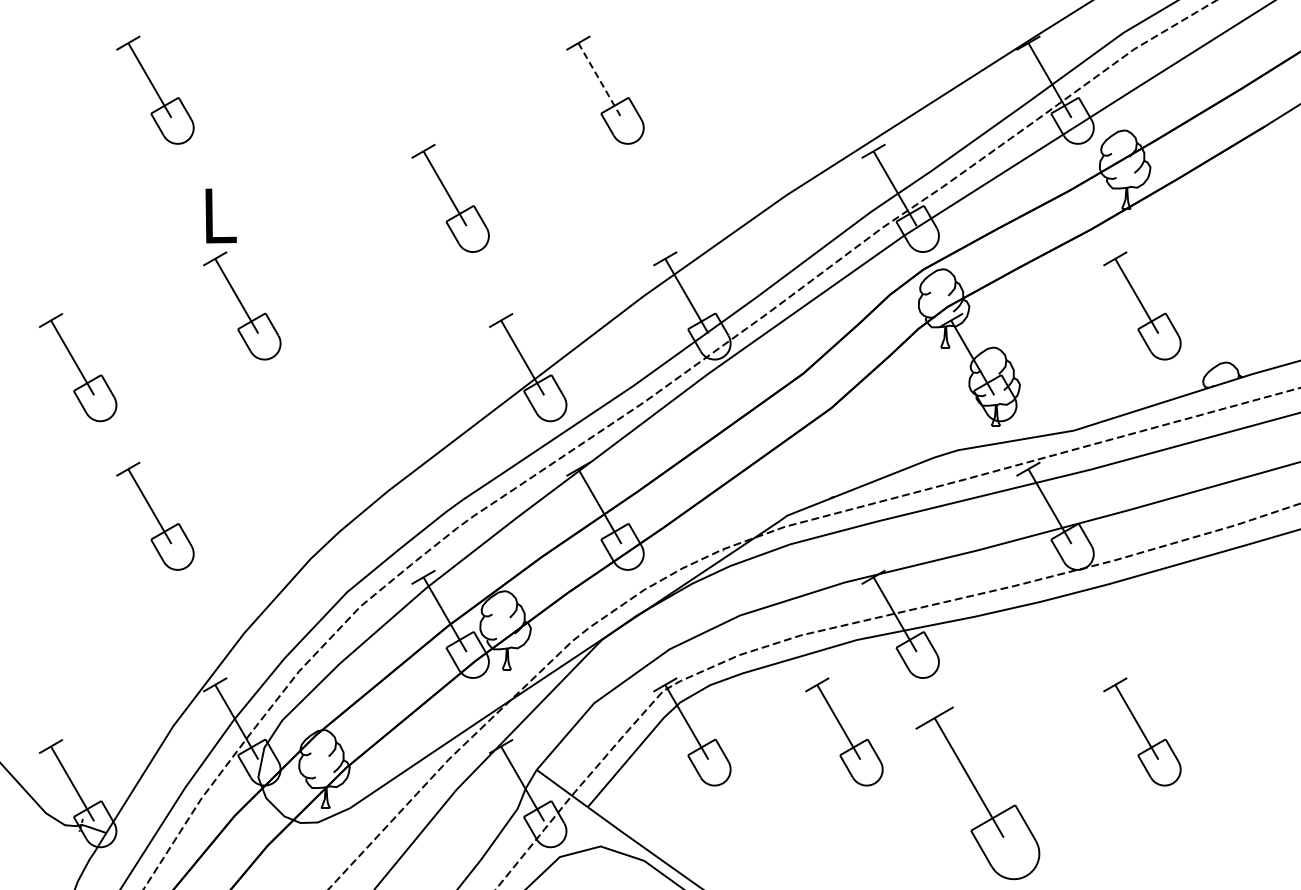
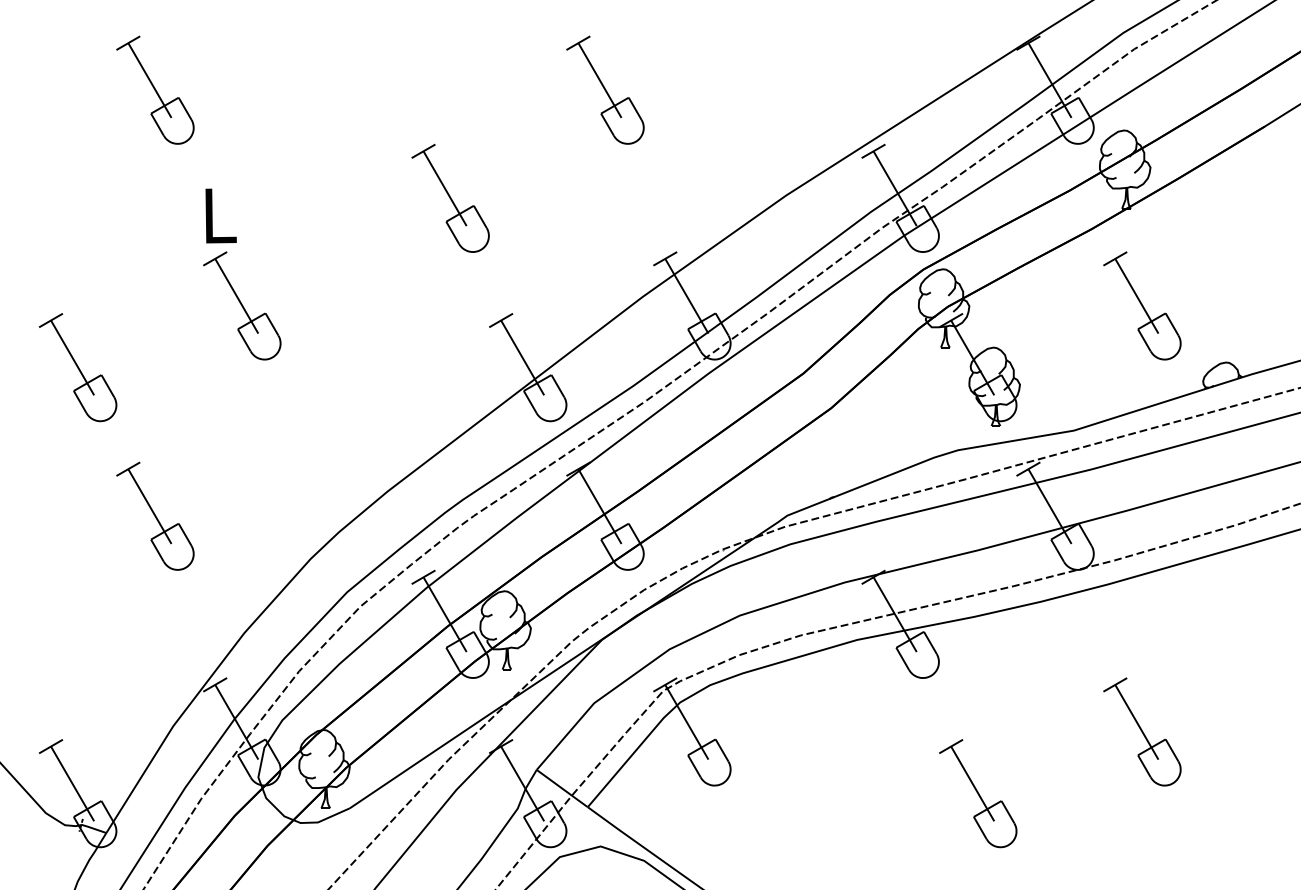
line at (600, 80): dashed -> solid
part at (844, 731): present -> none
part at (977, 793) size: 126x175 px -> 79x110 px
